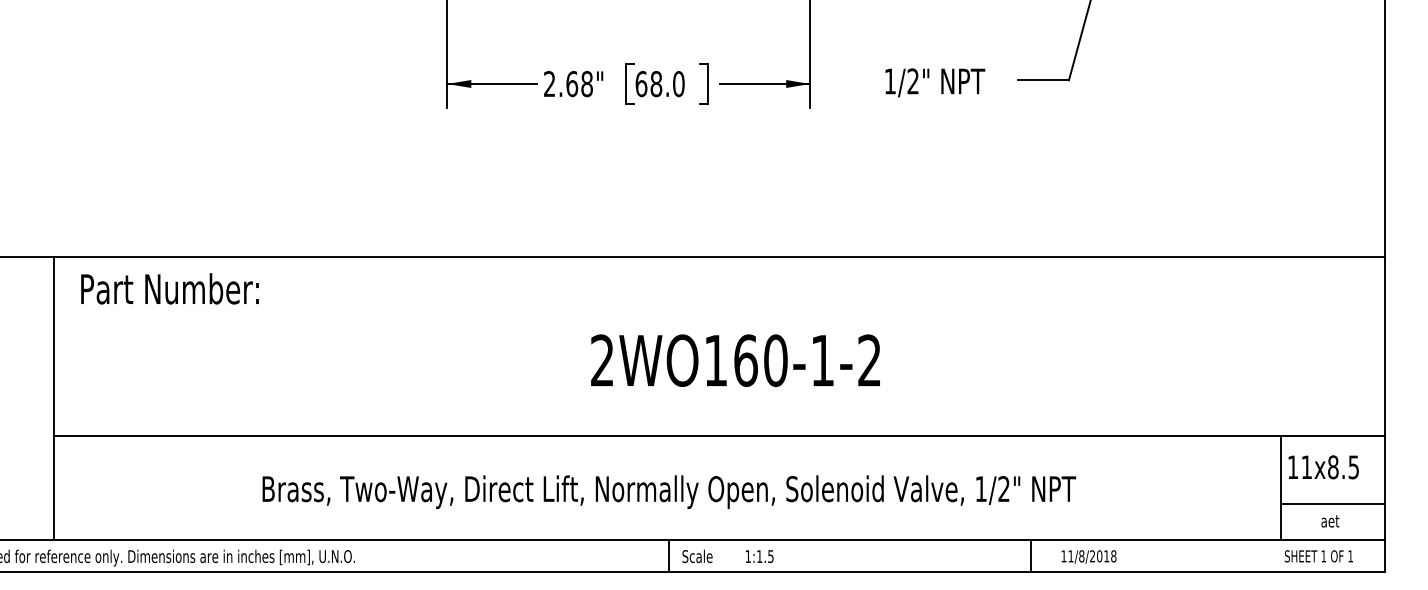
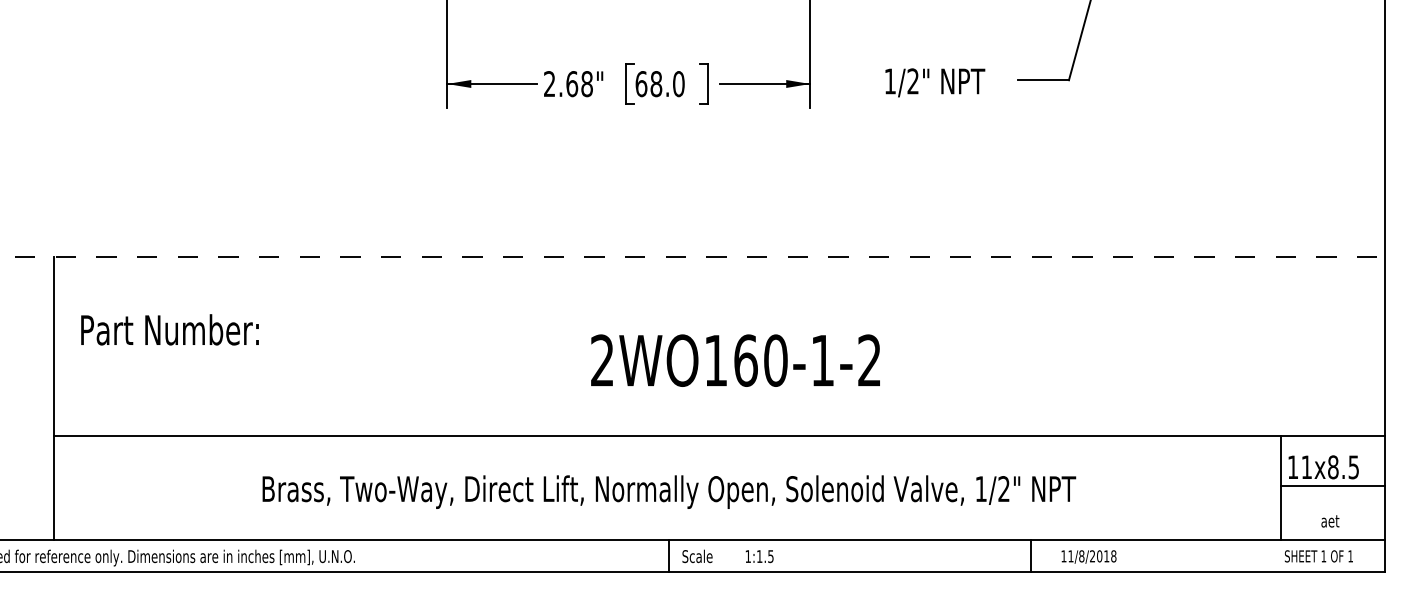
line at (693, 256): solid -> dashed
text at (169, 288) position: (169, 288) -> (169, 329)
line at (1333, 504) position: (1333, 504) -> (1333, 486)
